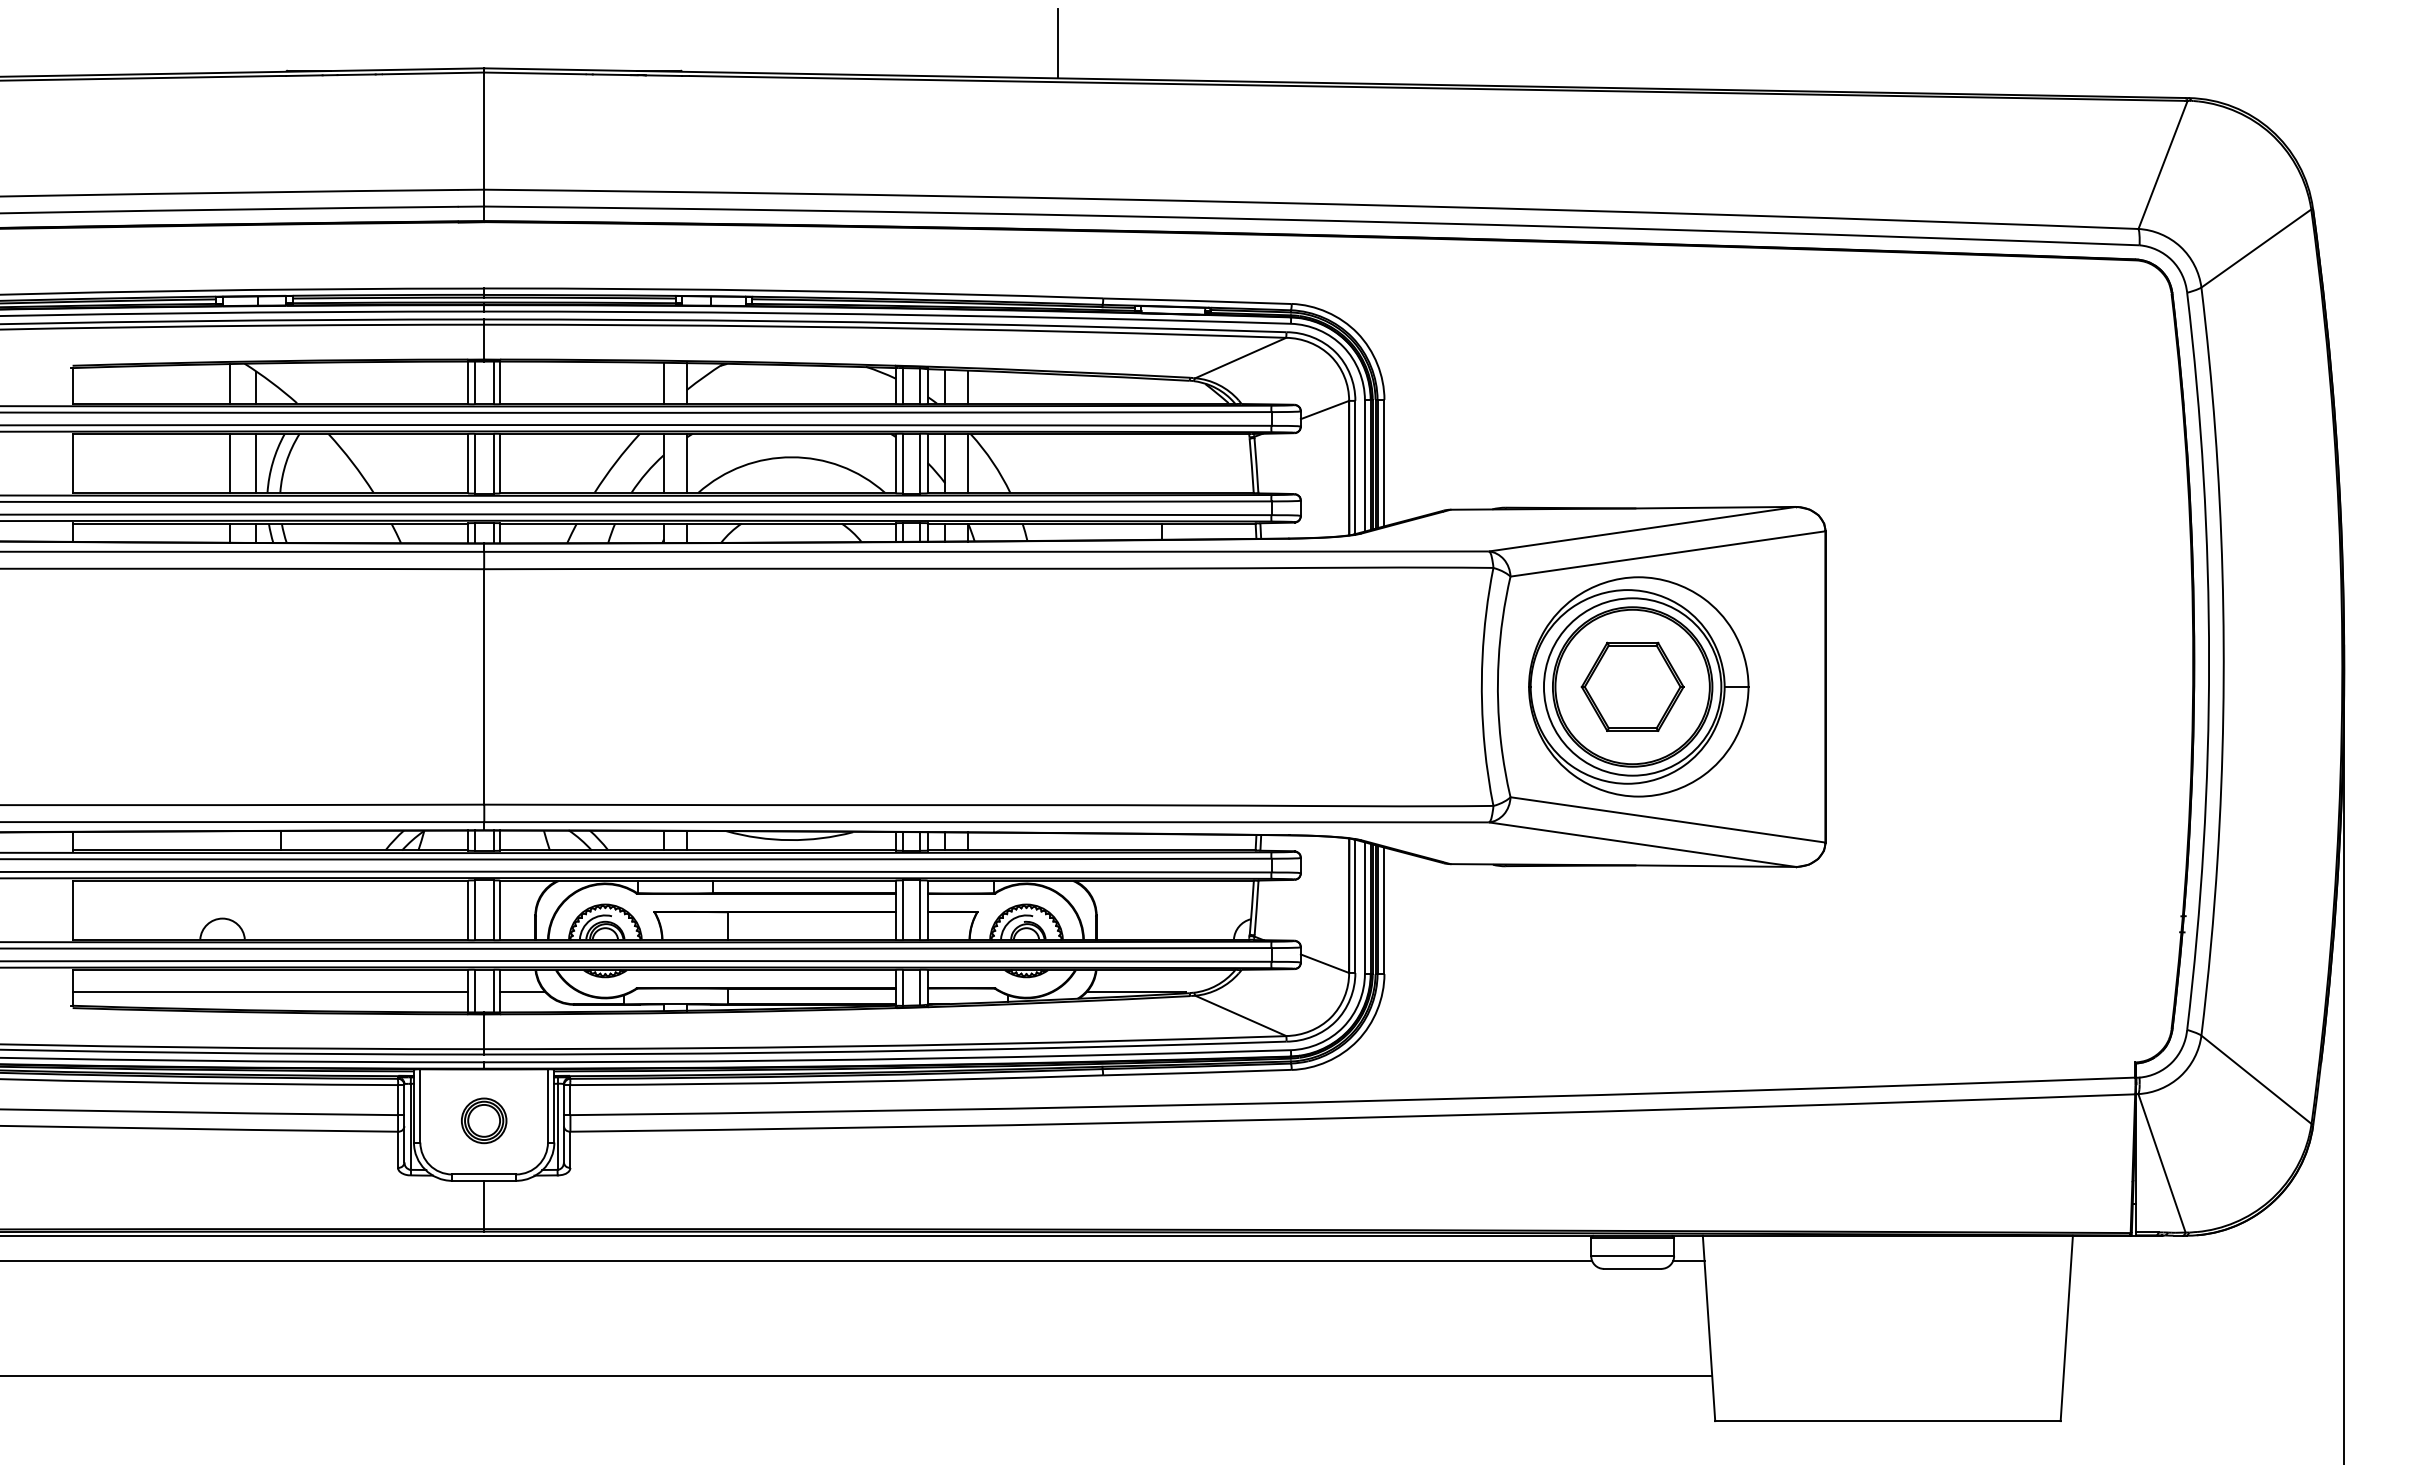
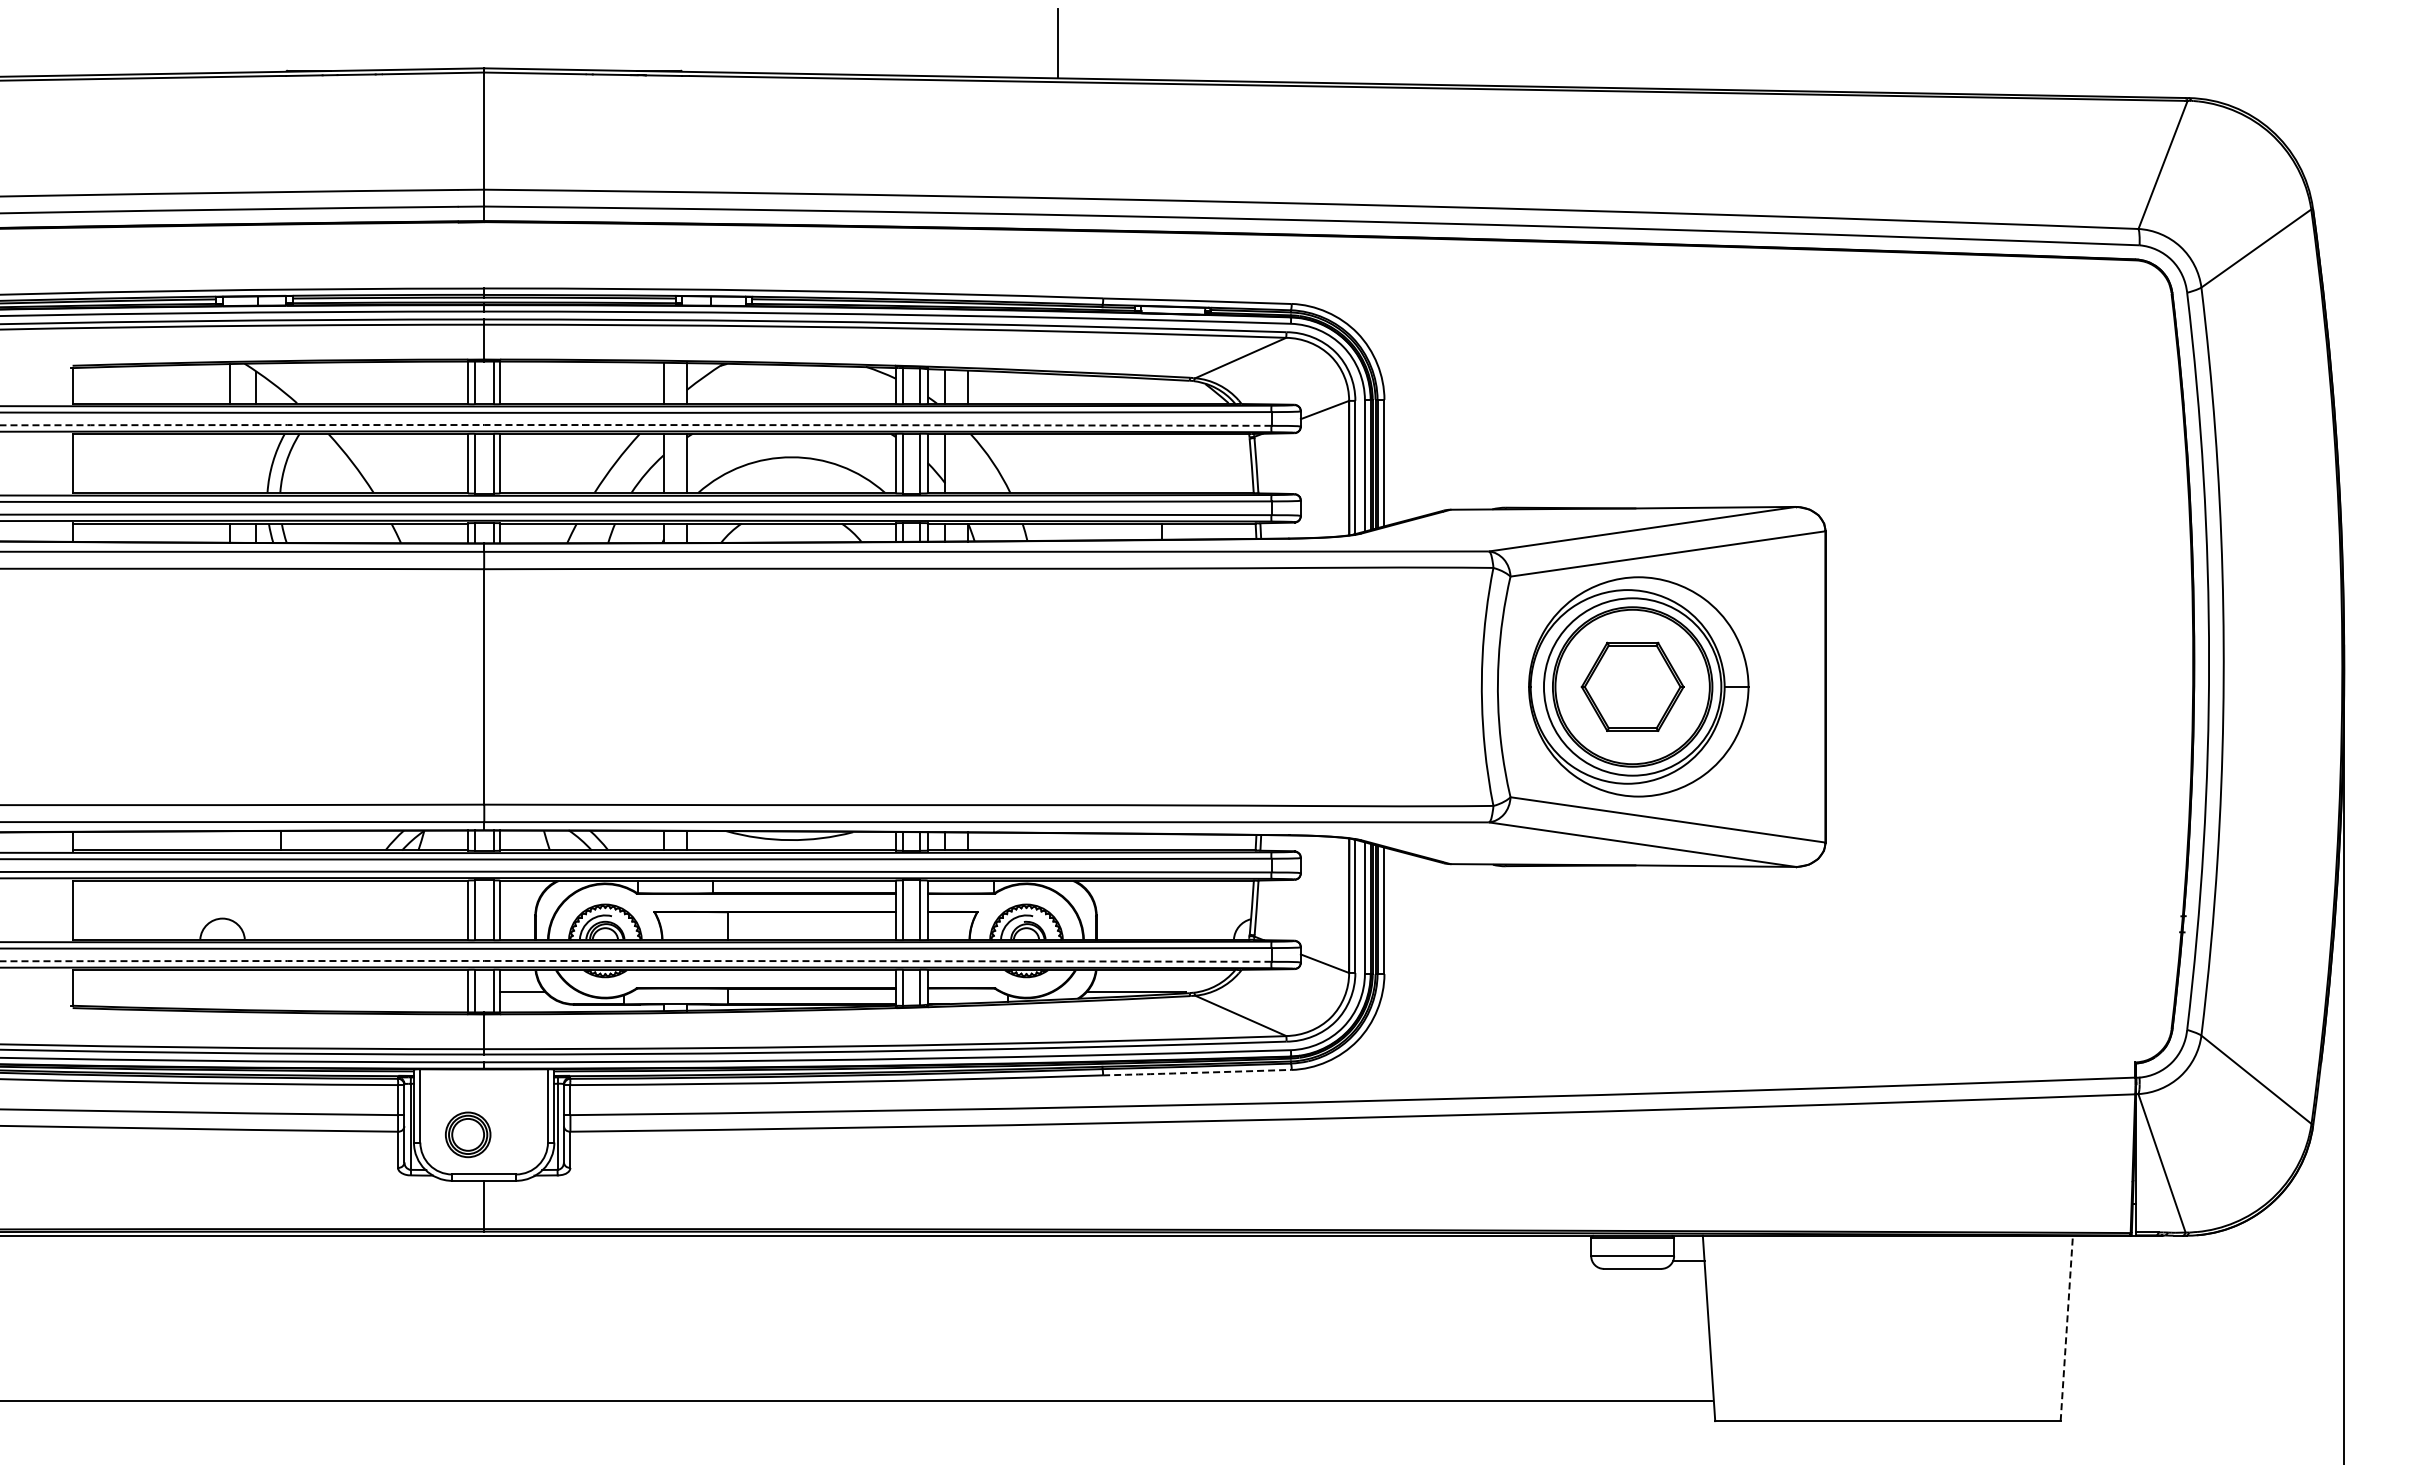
arc at (635, 425): solid -> dashed
line at (230, 463): present -> none
line at (255, 463): present -> none
line at (967, 463): present -> none
arc at (635, 961): solid -> dashed
line at (270, 991): present -> none
arc at (1197, 1072): solid -> dashed
part at (484, 1120) position: (484, 1120) -> (468, 1134)
line at (797, 1261): present -> none
line at (2066, 1328): solid -> dashed
line at (857, 1376) position: (857, 1376) -> (857, 1401)
